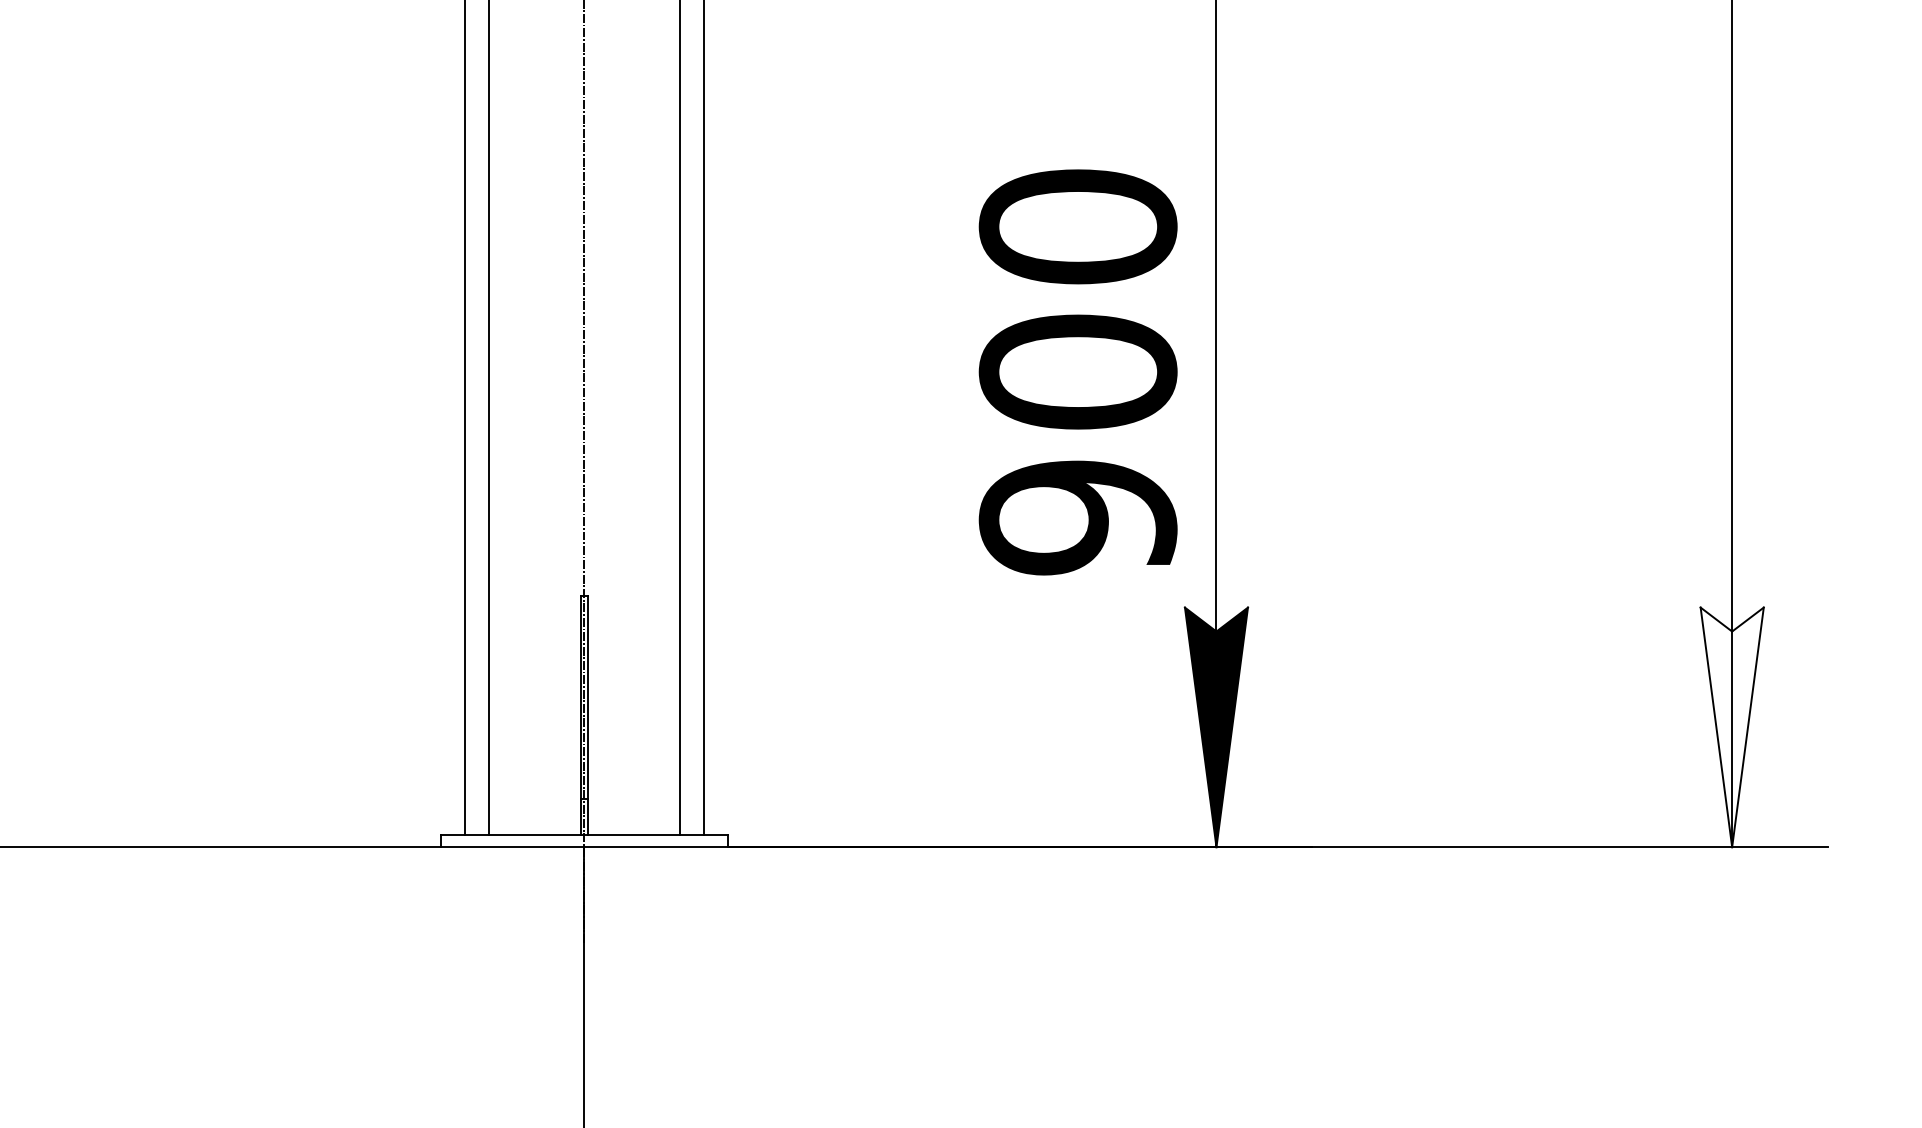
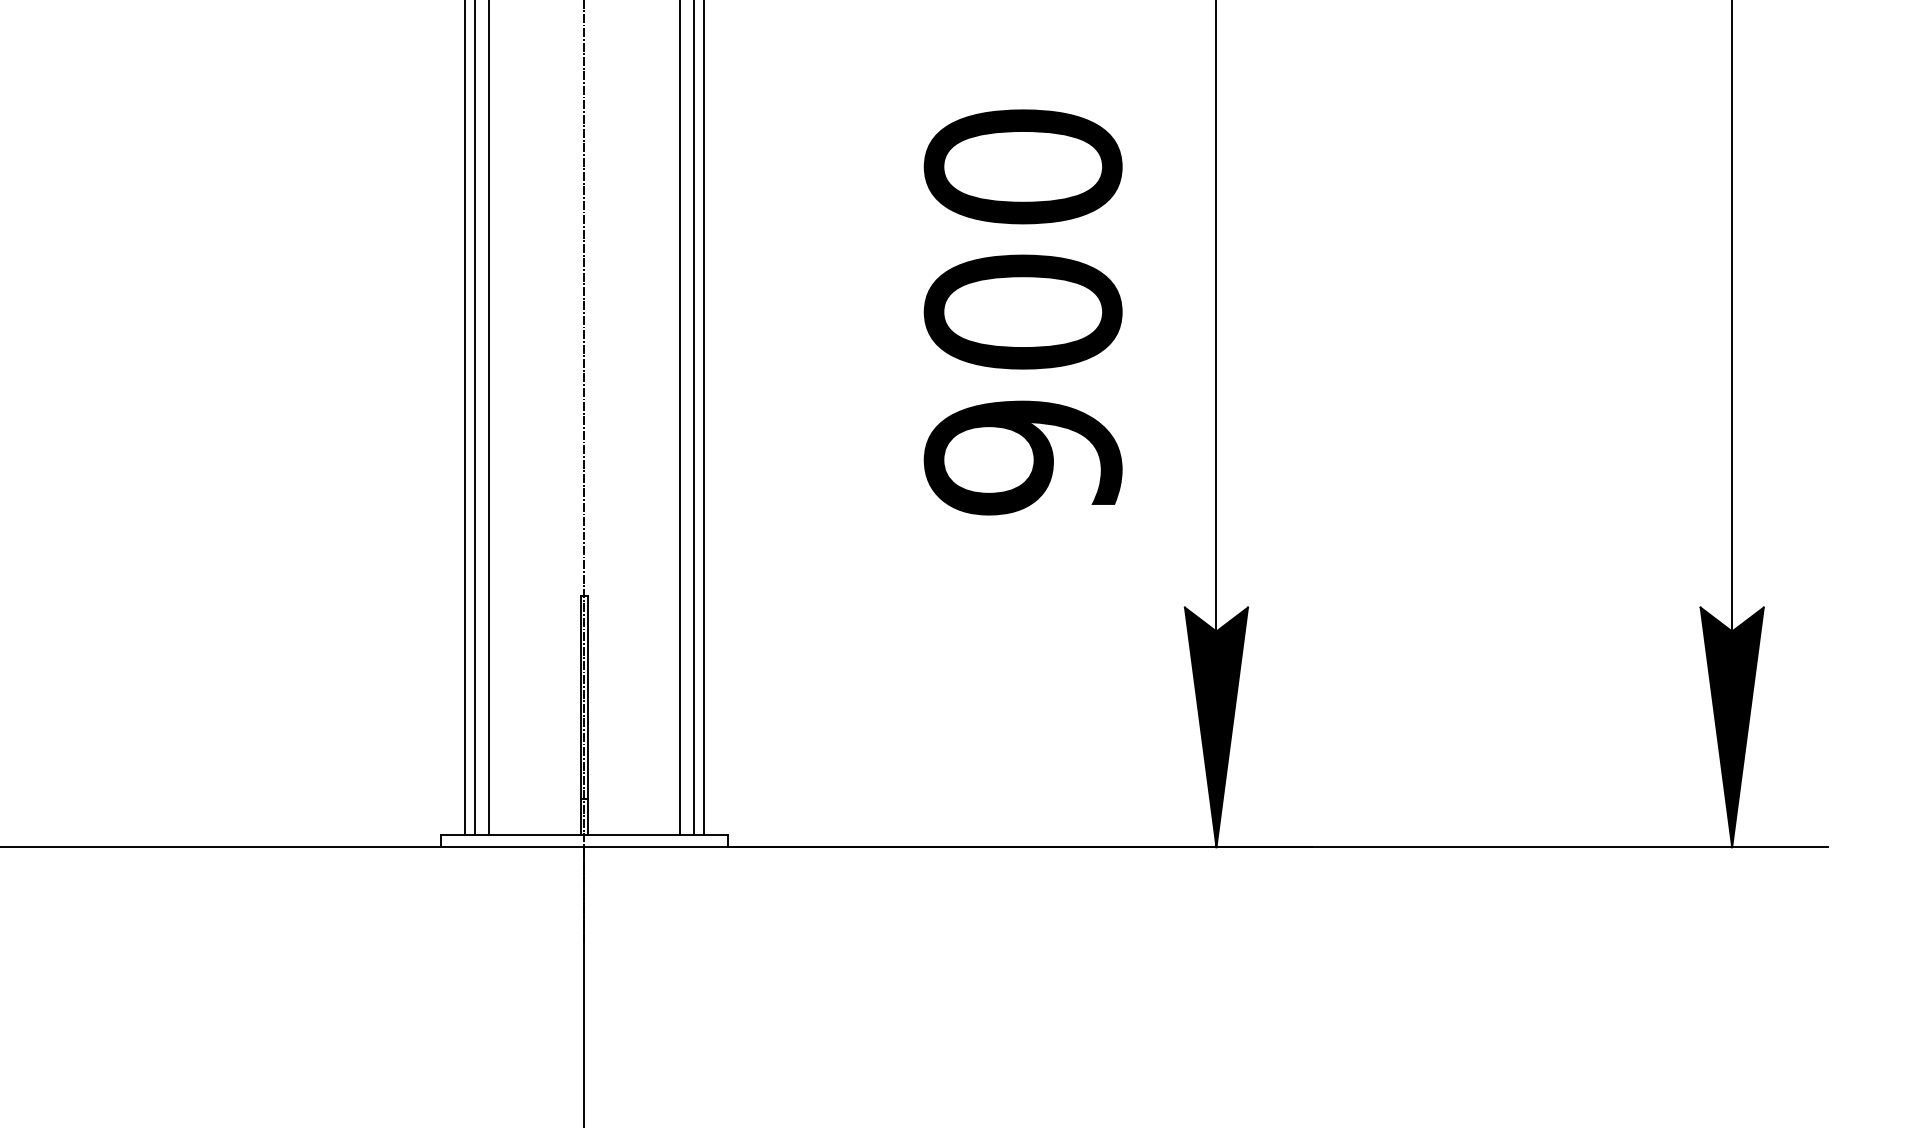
text at (1077, 372) position: (1077, 372) -> (1022, 312)
line at (474, 418): none -> present
line at (693, 418): none -> present
fill at (1731, 727): none -> present
